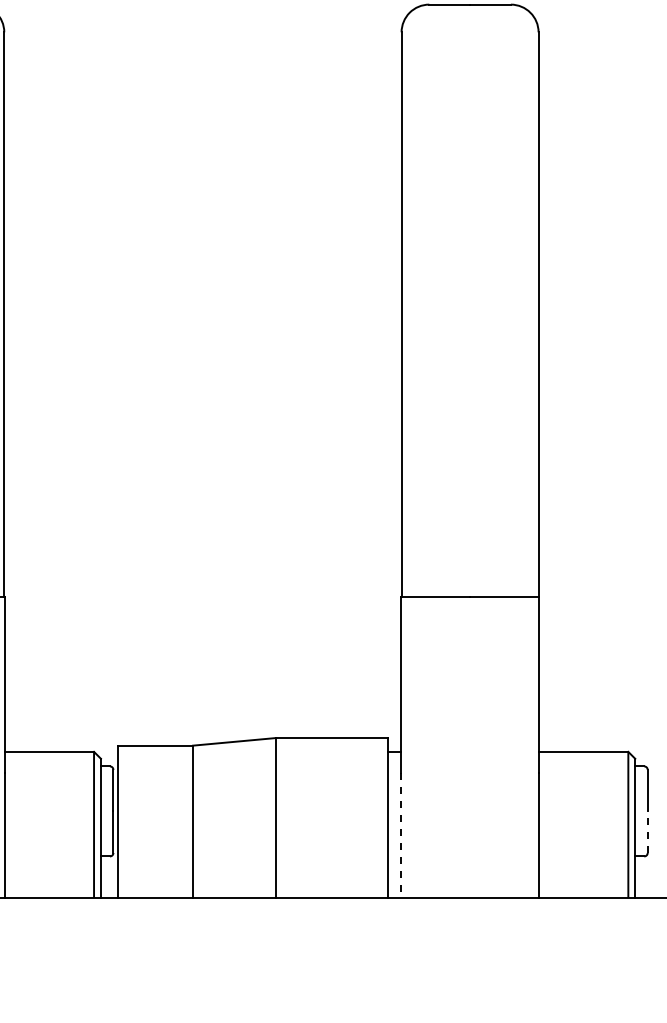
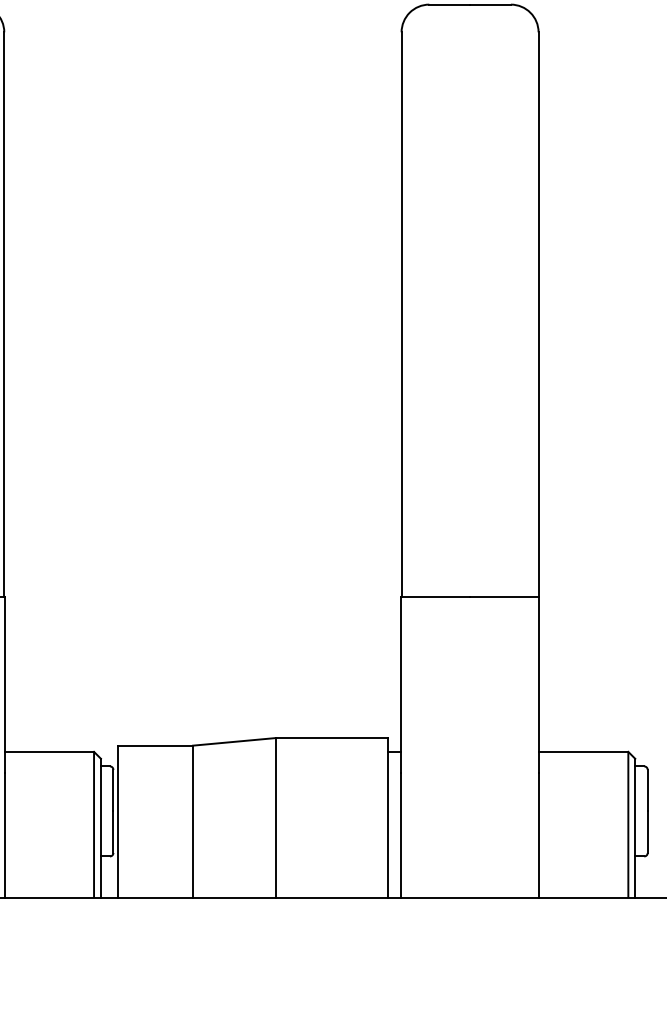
line at (647, 832): dashed -> solid
line at (400, 836): dashed -> solid
